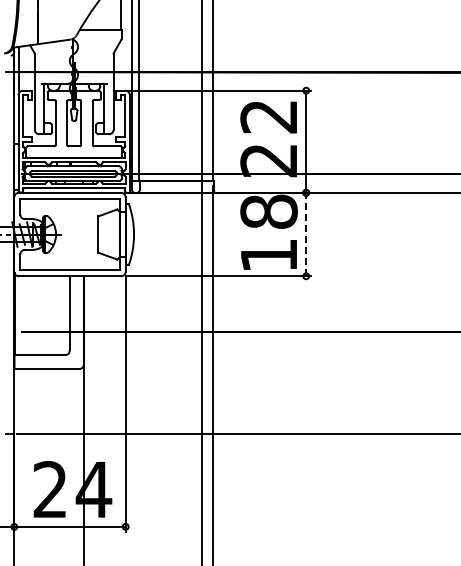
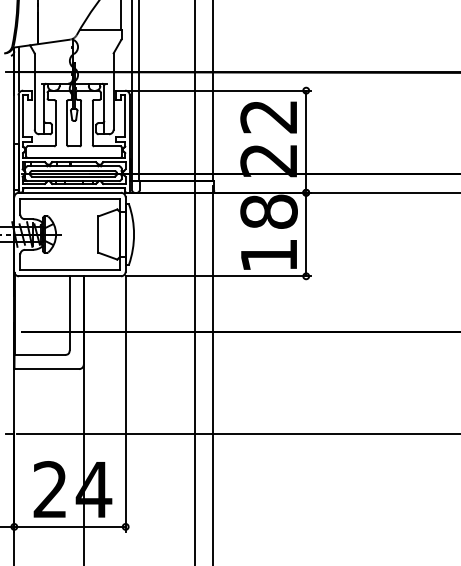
line at (306, 234): dashed -> solid
line at (202, 282) position: (202, 282) -> (195, 282)
